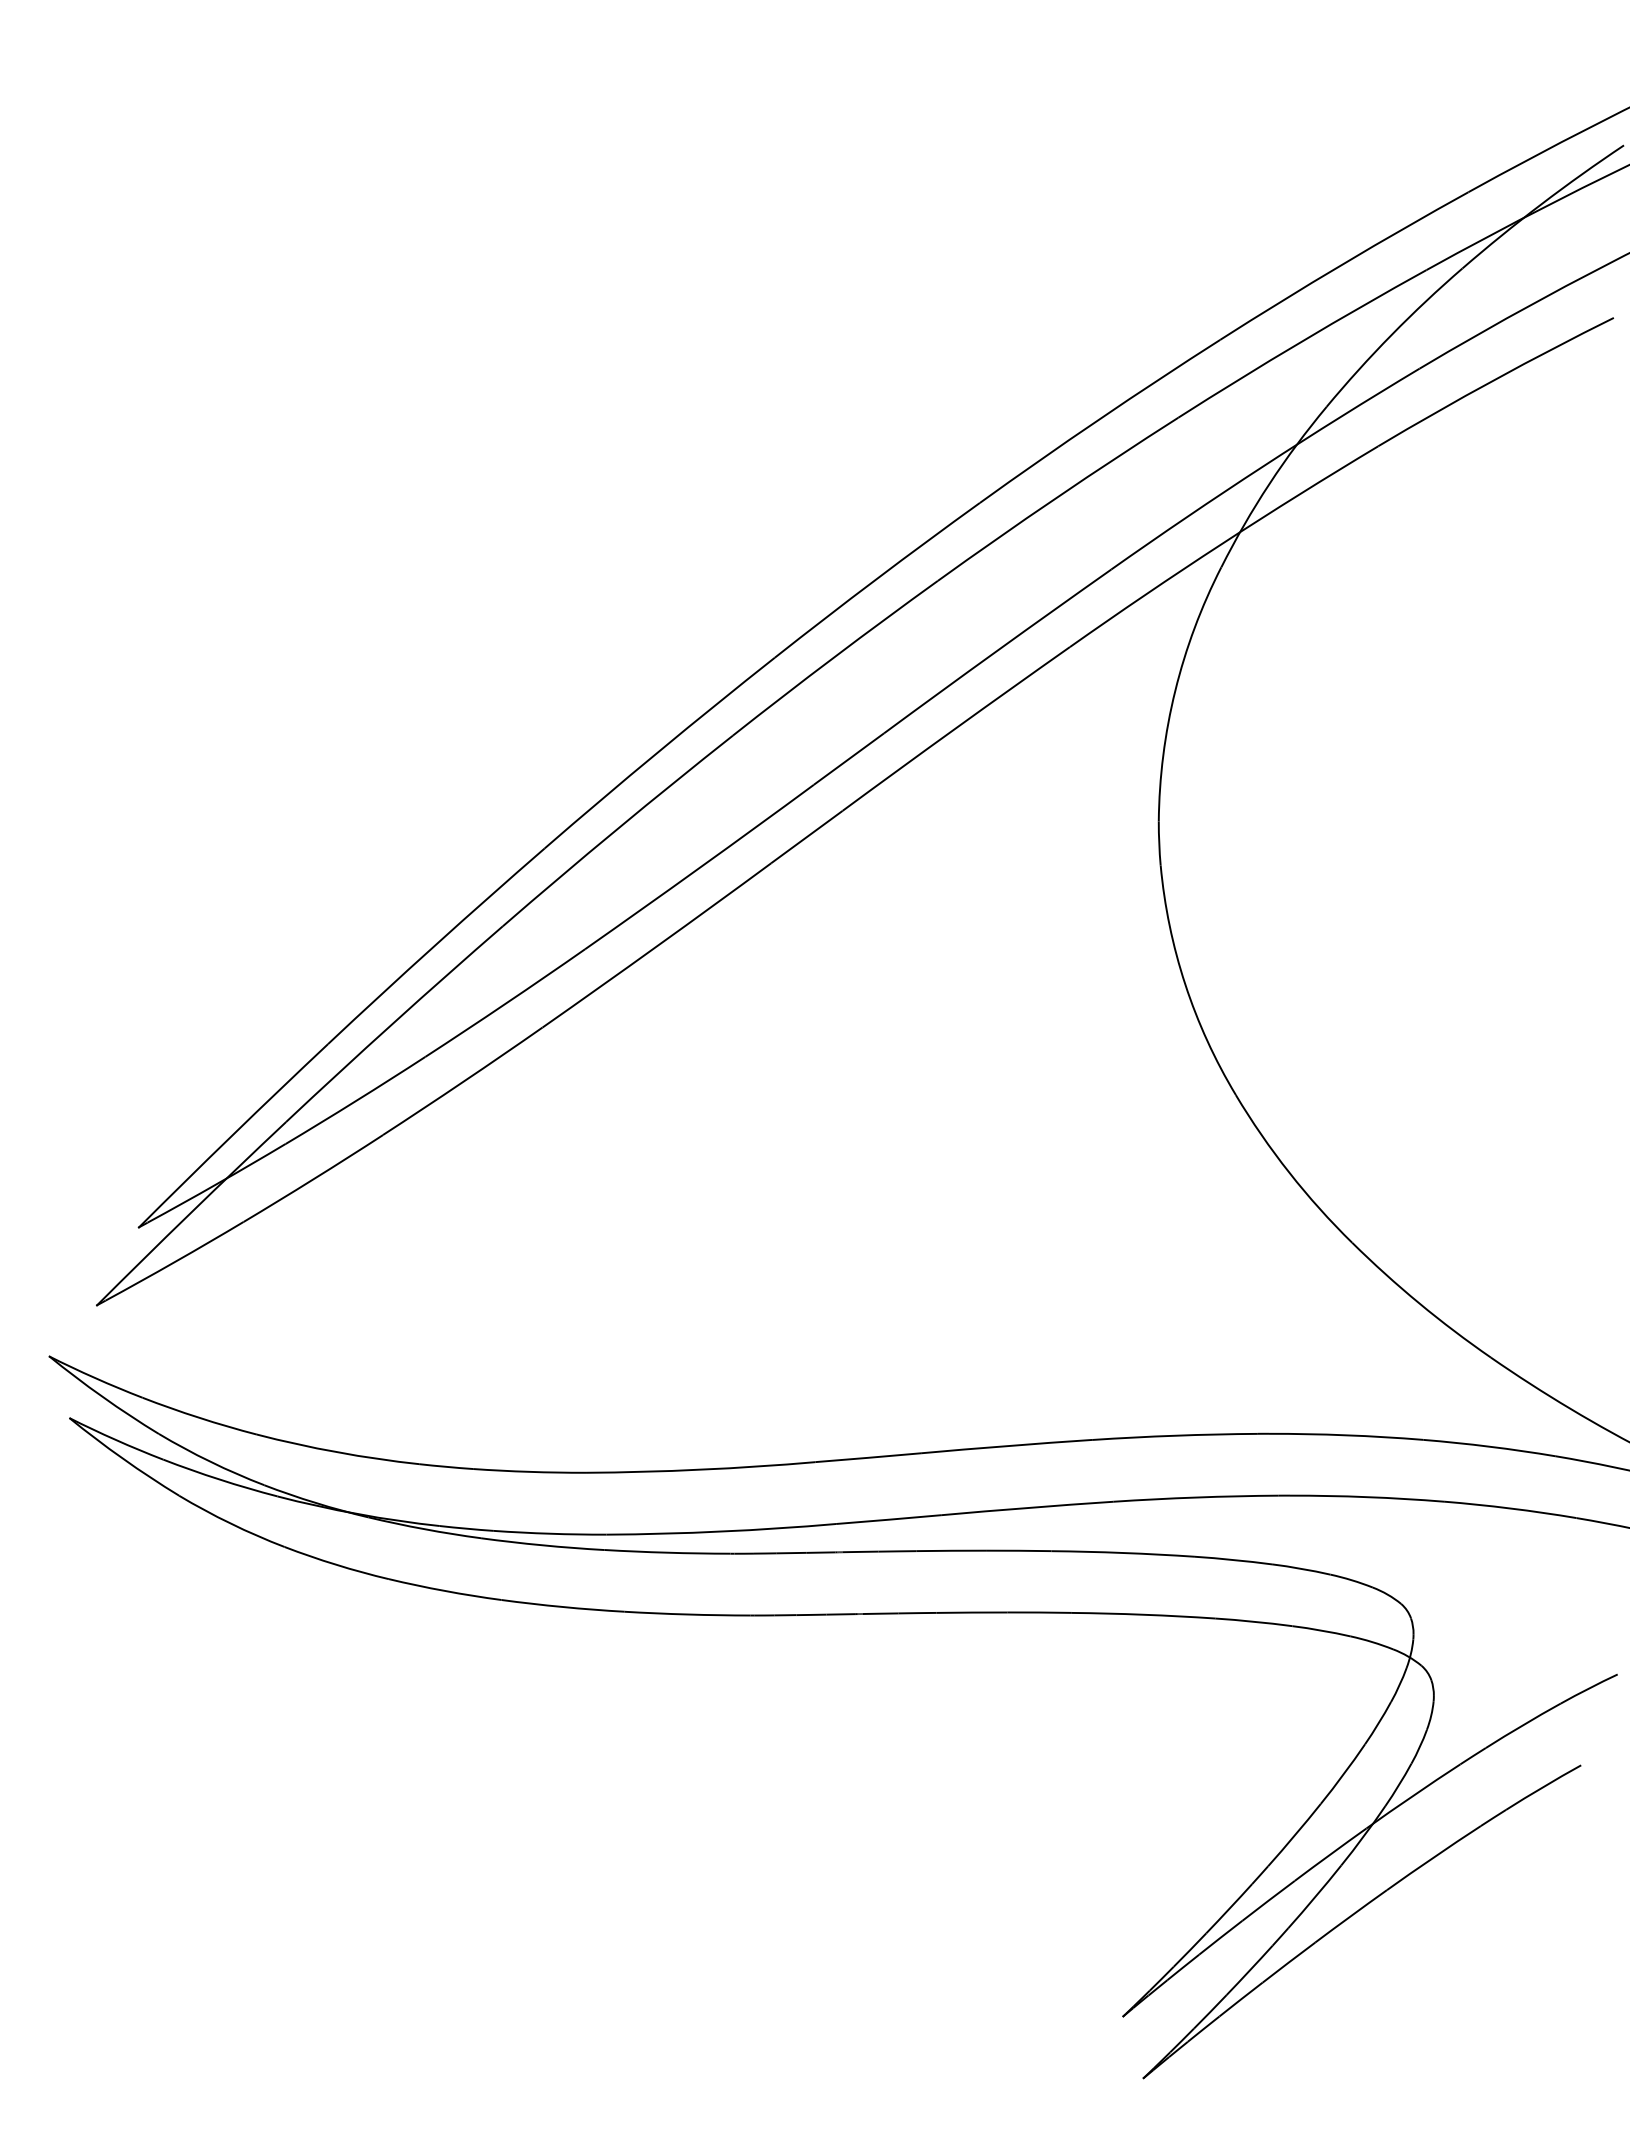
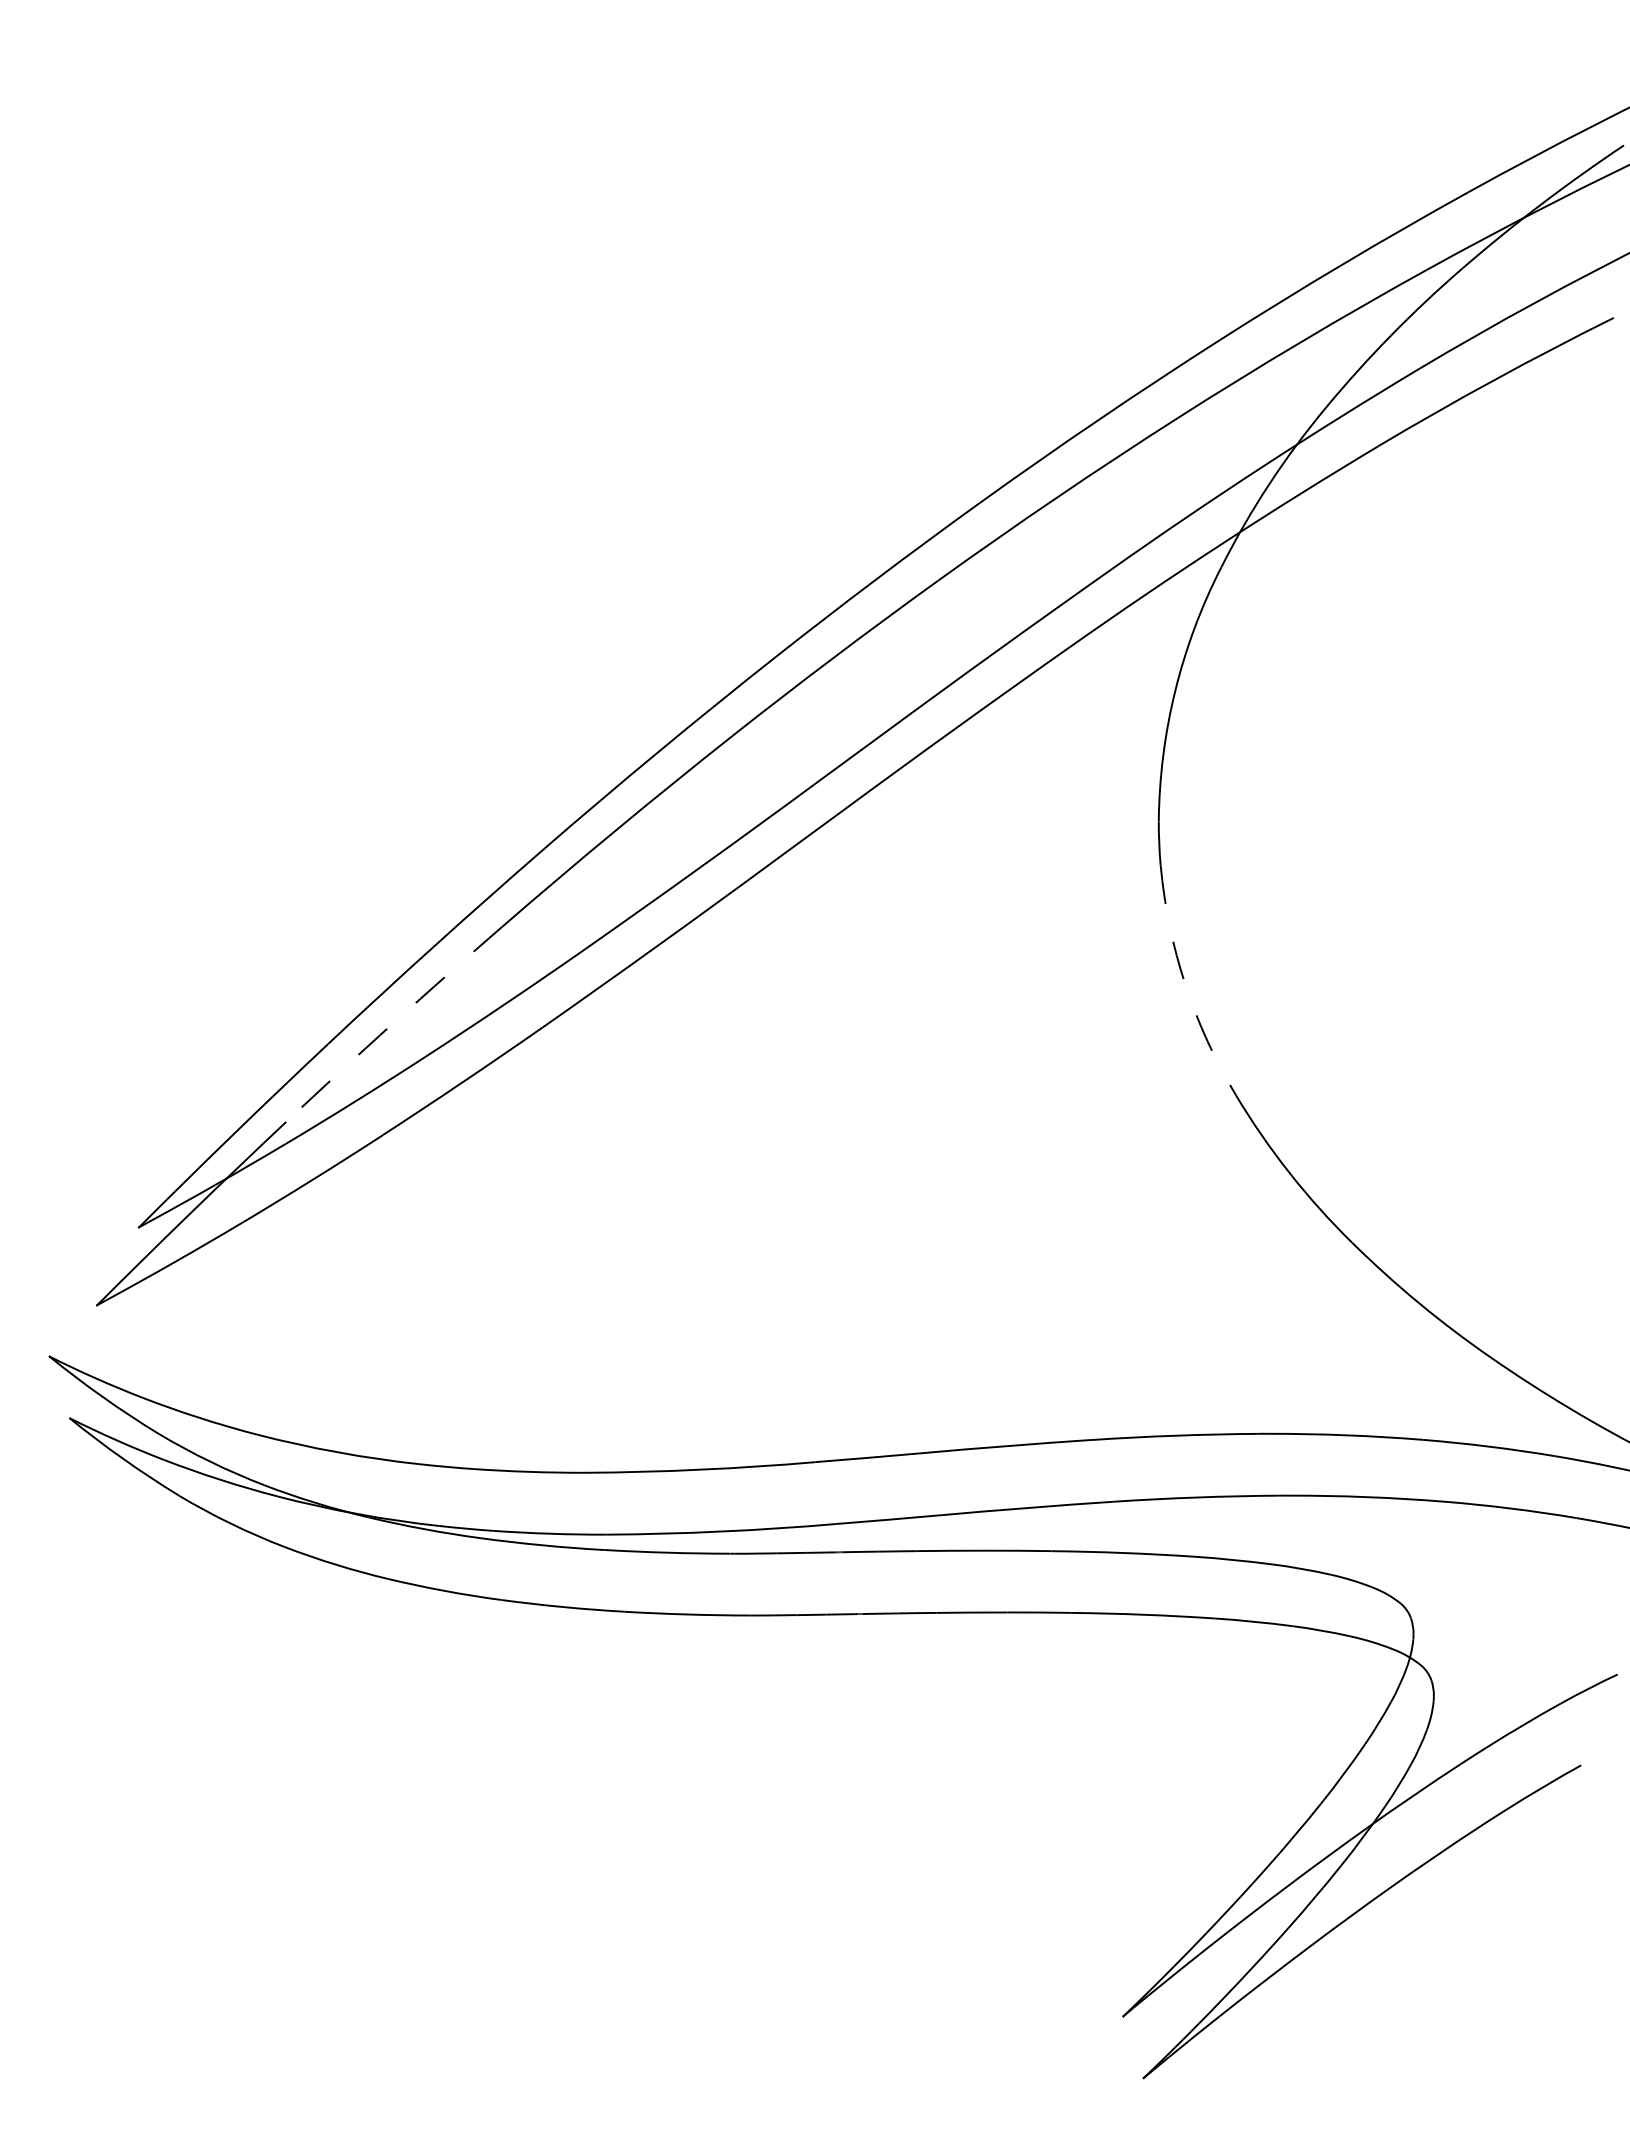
arc at (1185, 984): solid -> dashed
arc at (393, 1023): solid -> dashed
